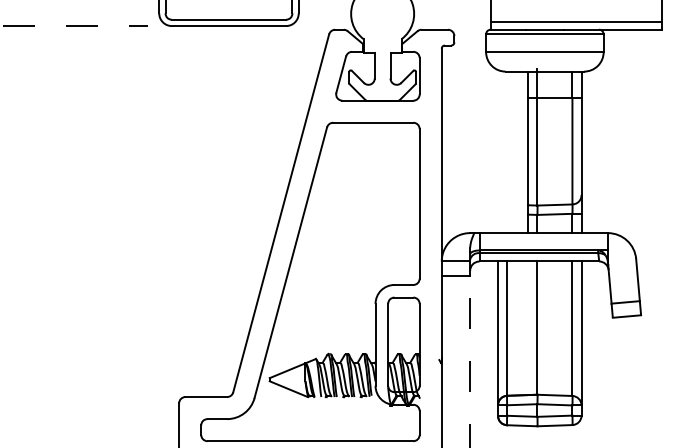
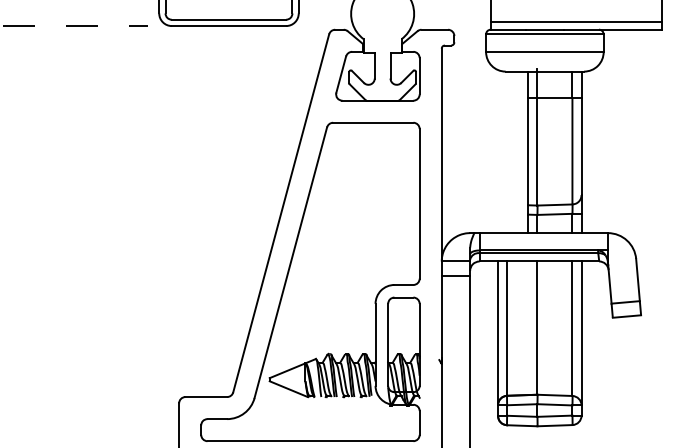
line at (470, 361): dashed -> solid
